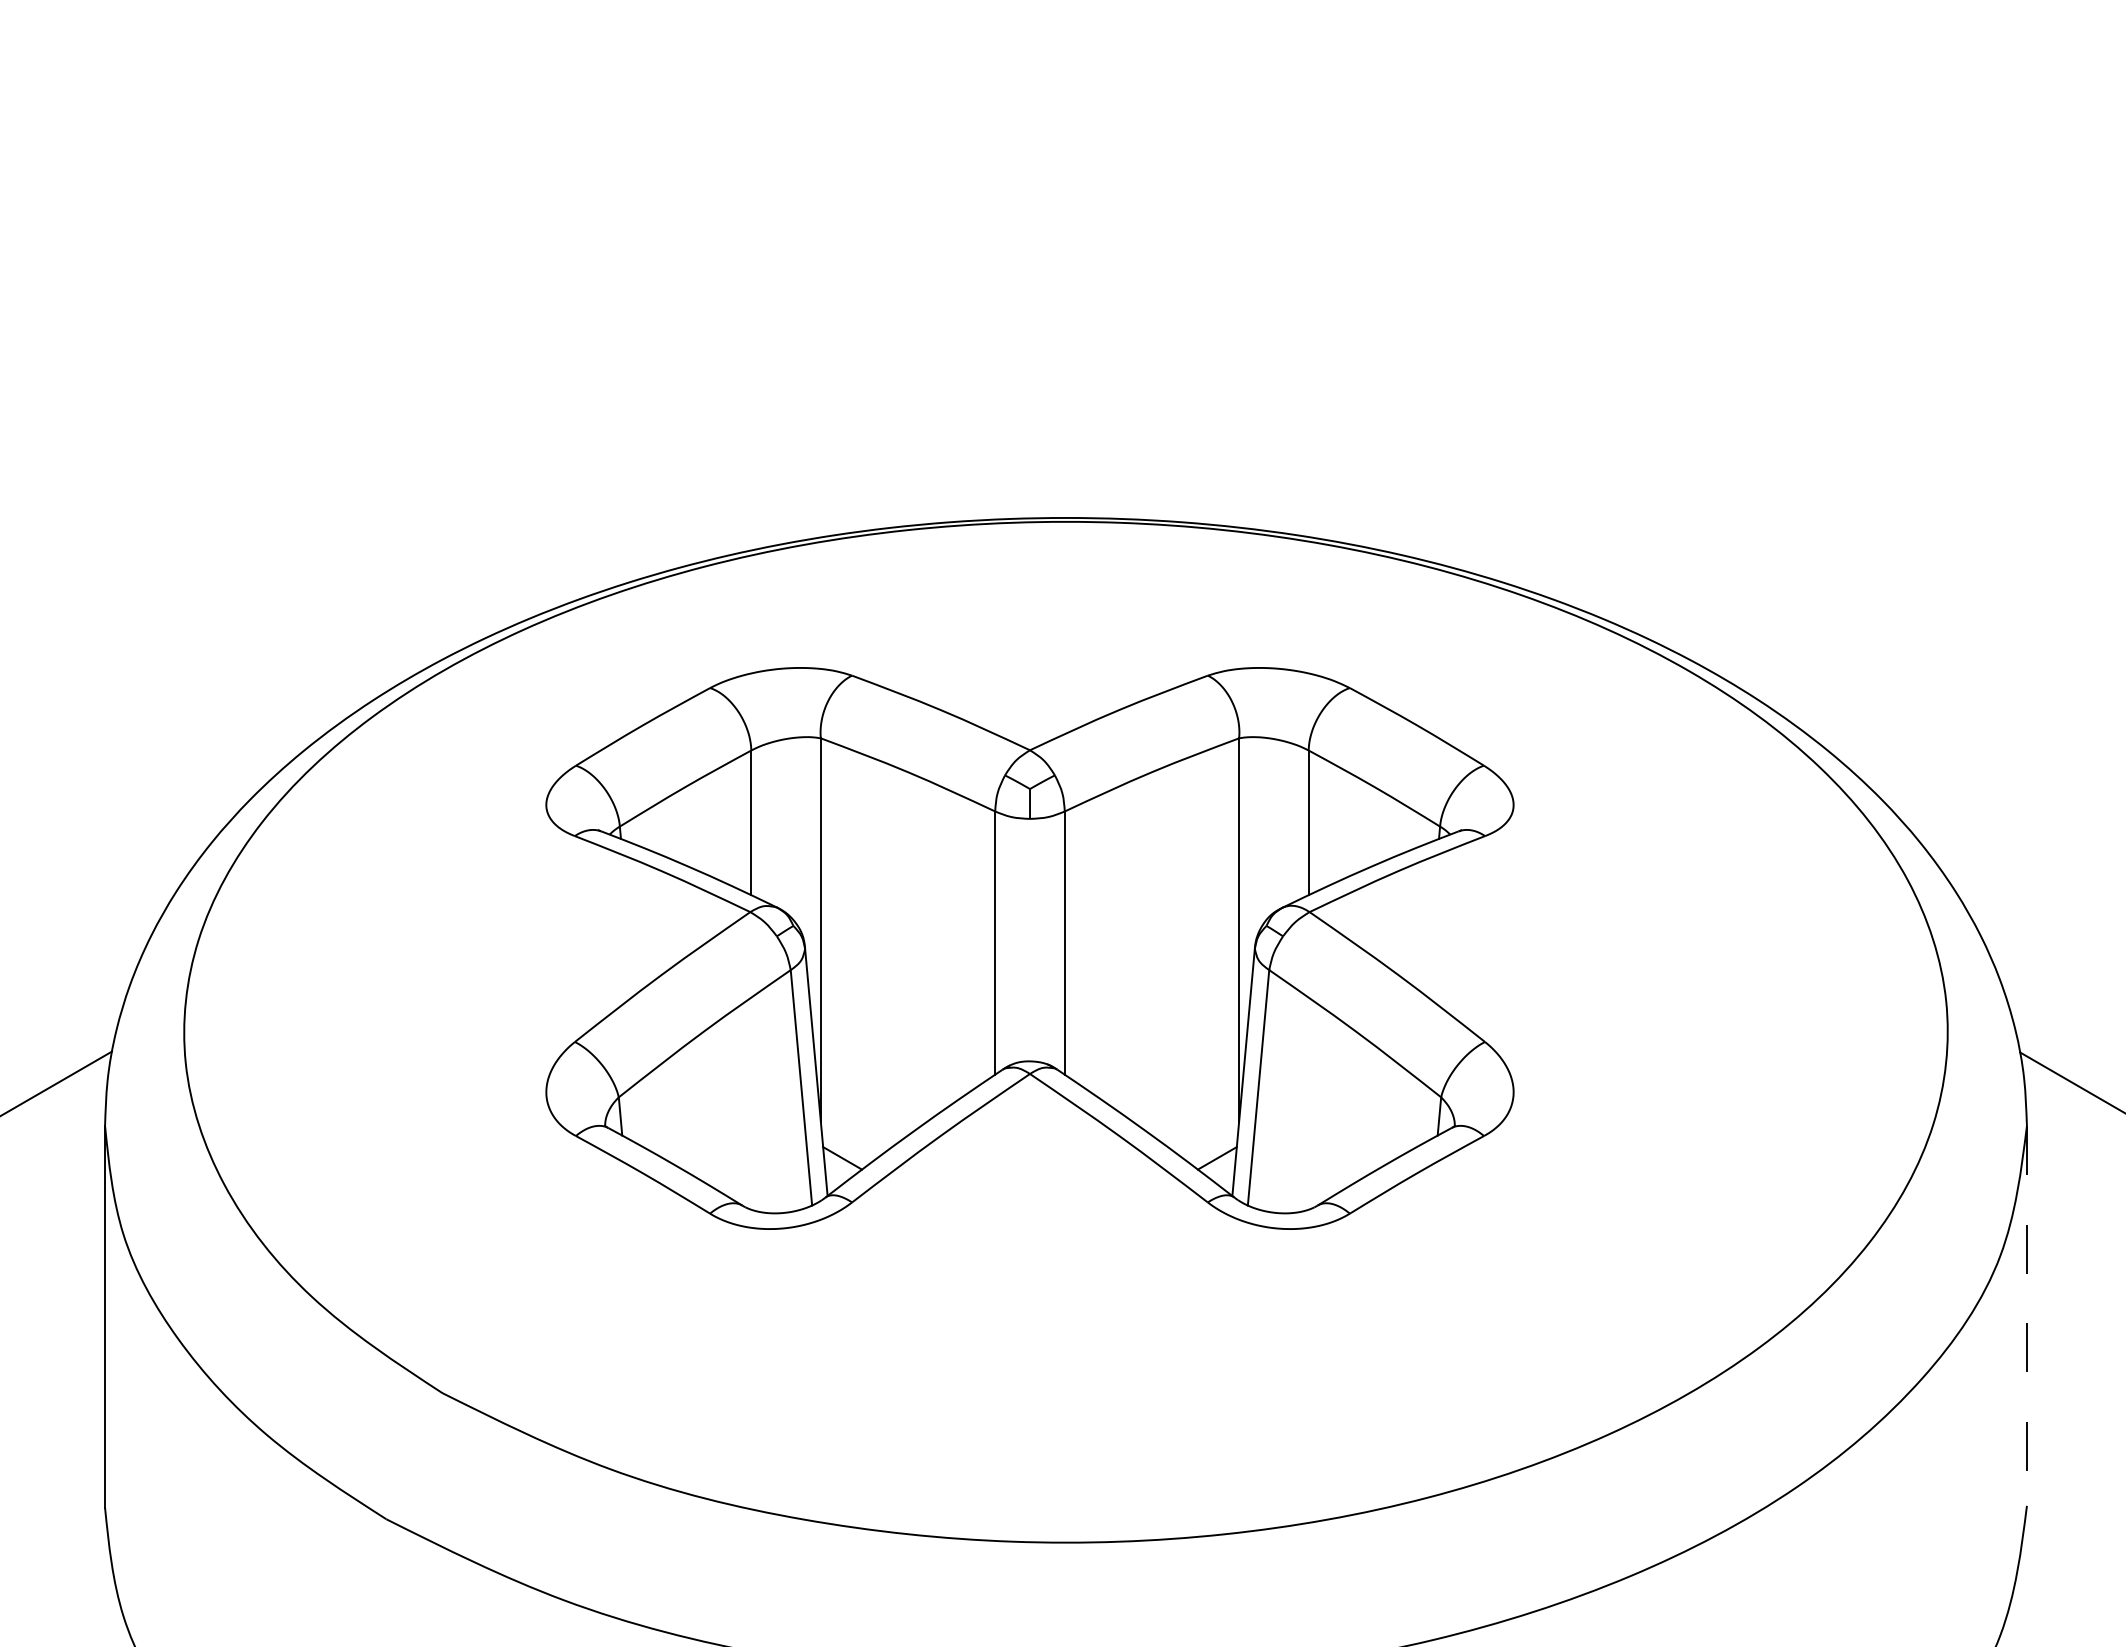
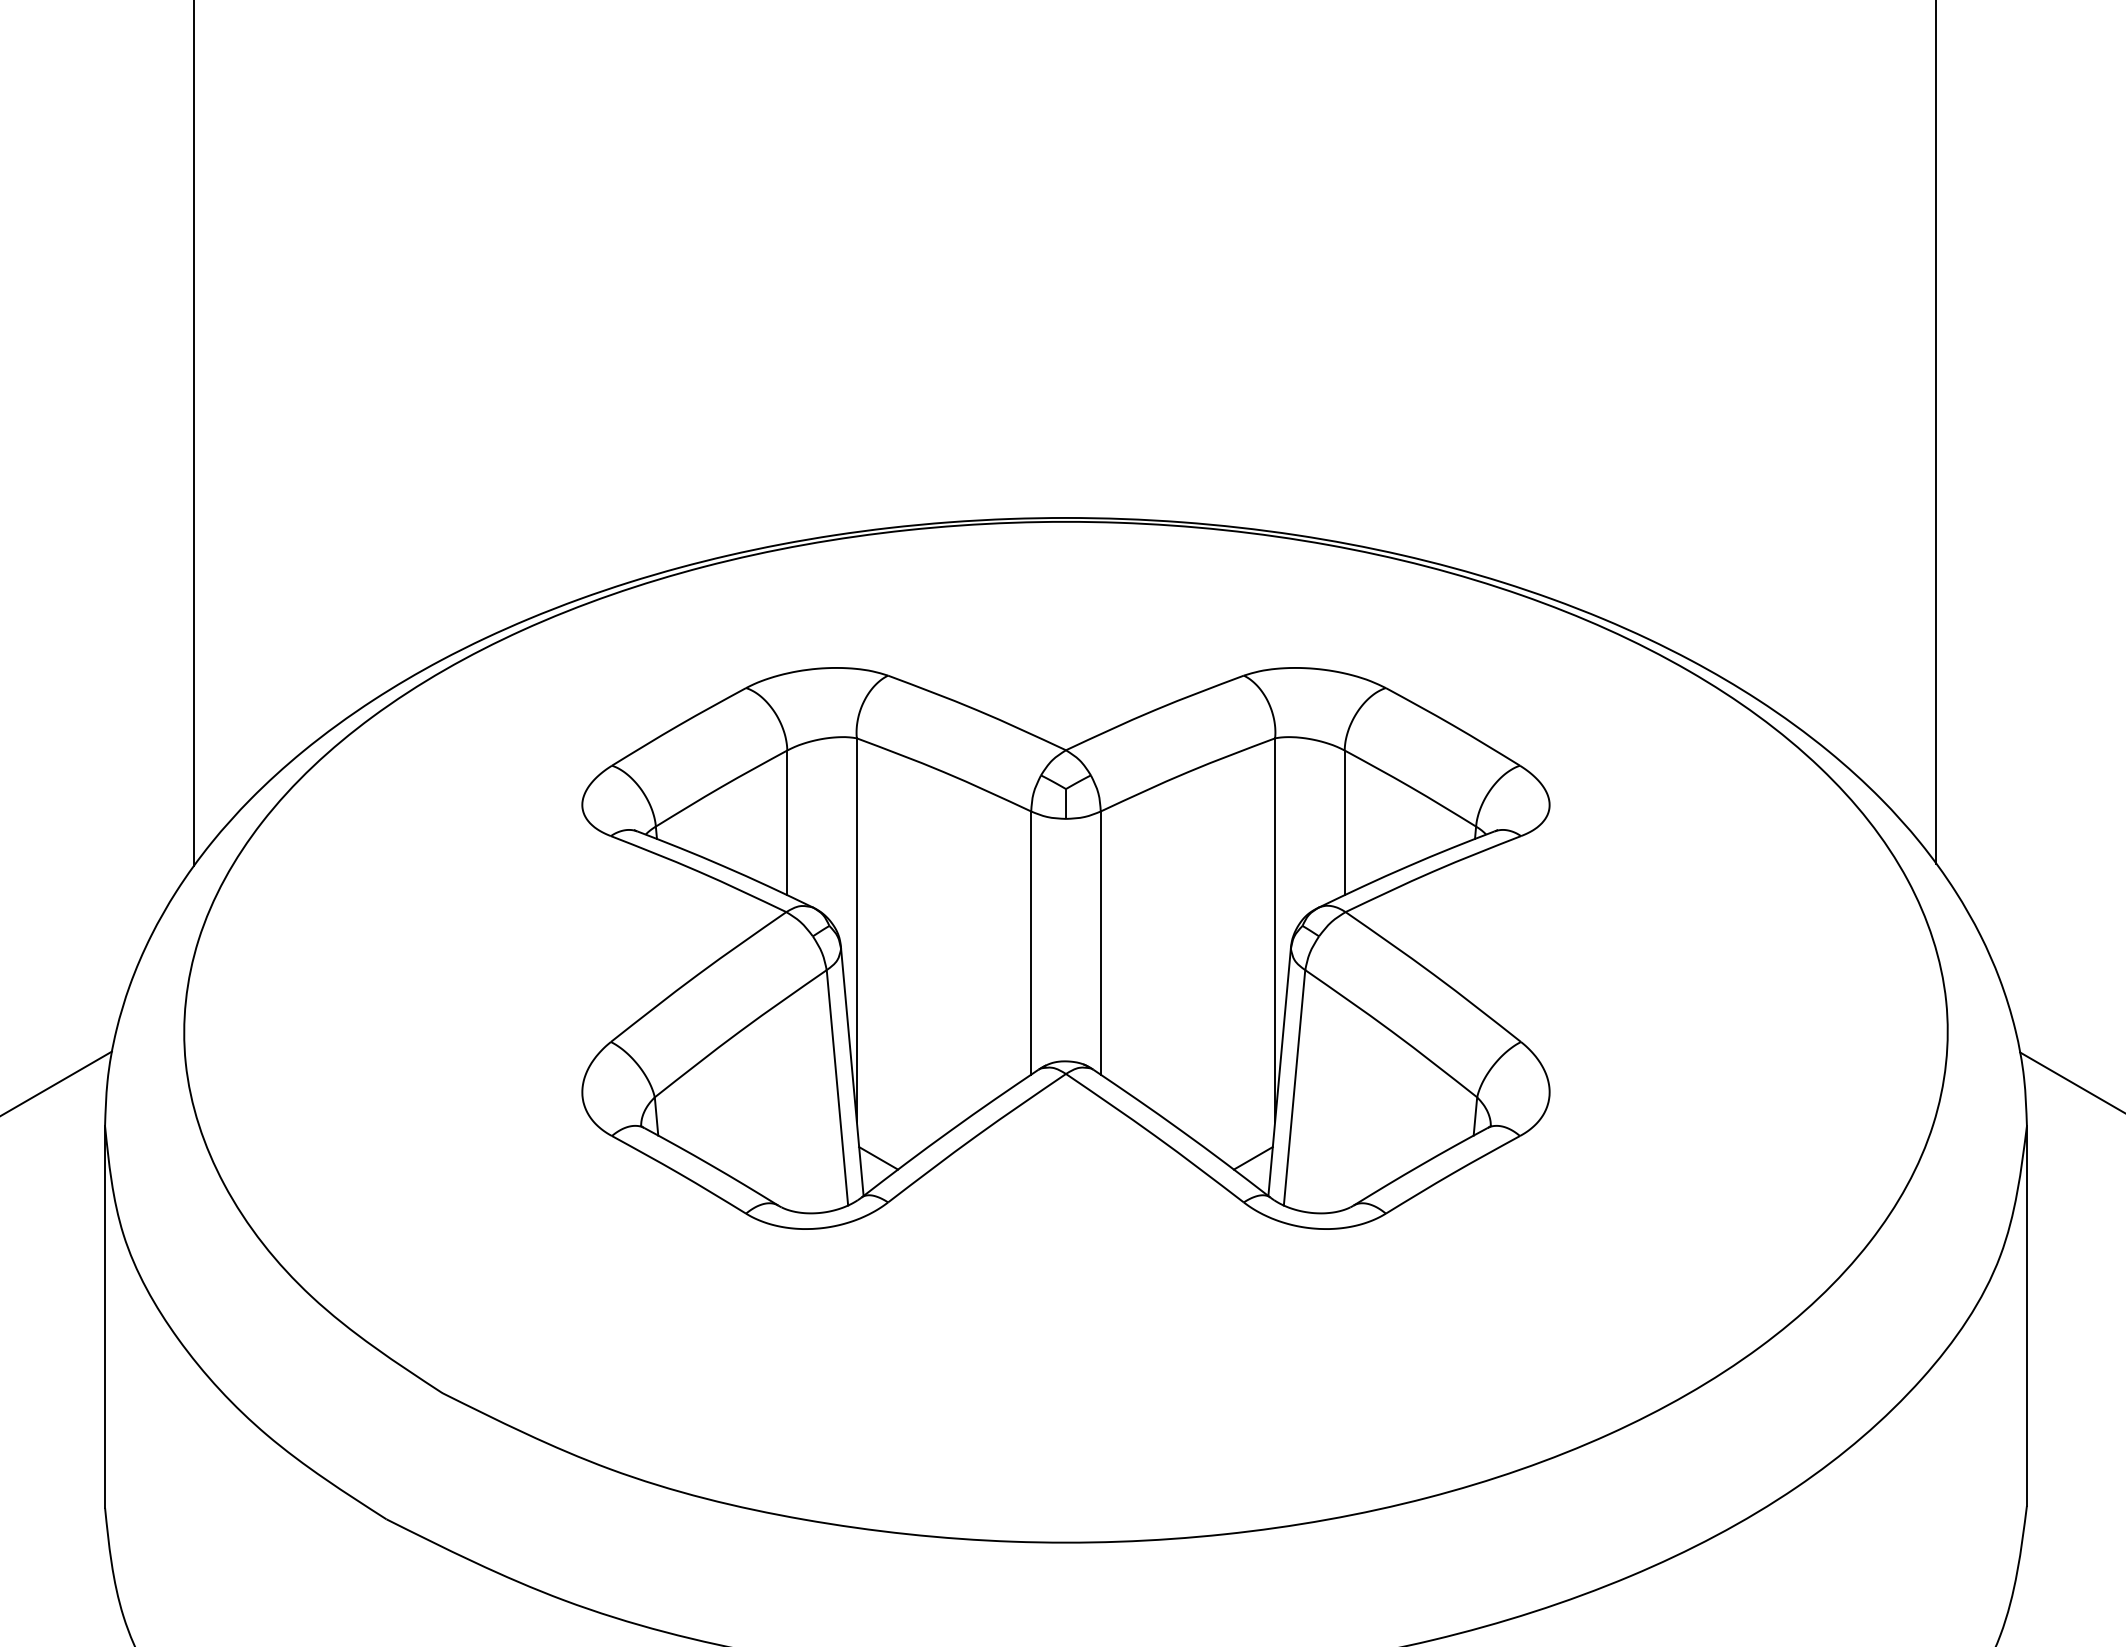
line at (1936, 432): none -> present
line at (194, 433): none -> present
part at (1029, 948) position: (1029, 948) -> (1065, 948)
line at (2026, 1315): dashed -> solid
